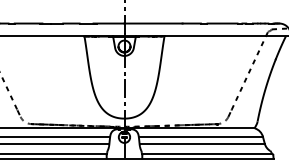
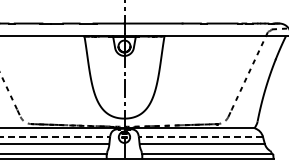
line at (55, 136): solid -> dashed
line at (200, 136): solid -> dashed
